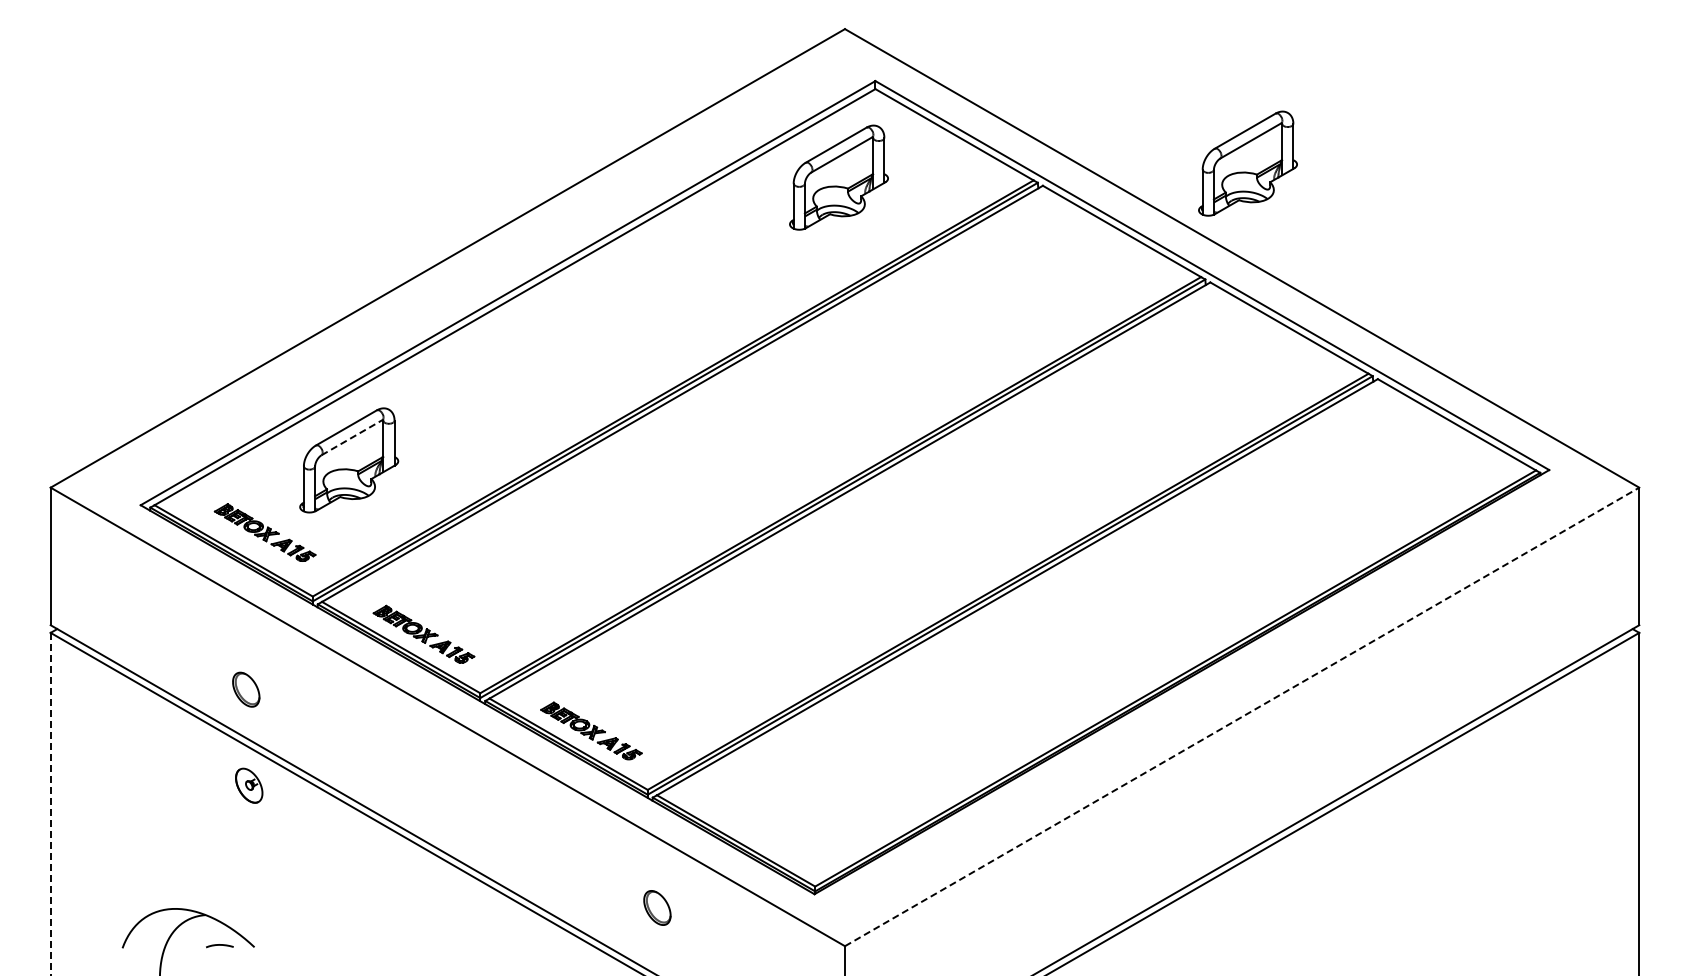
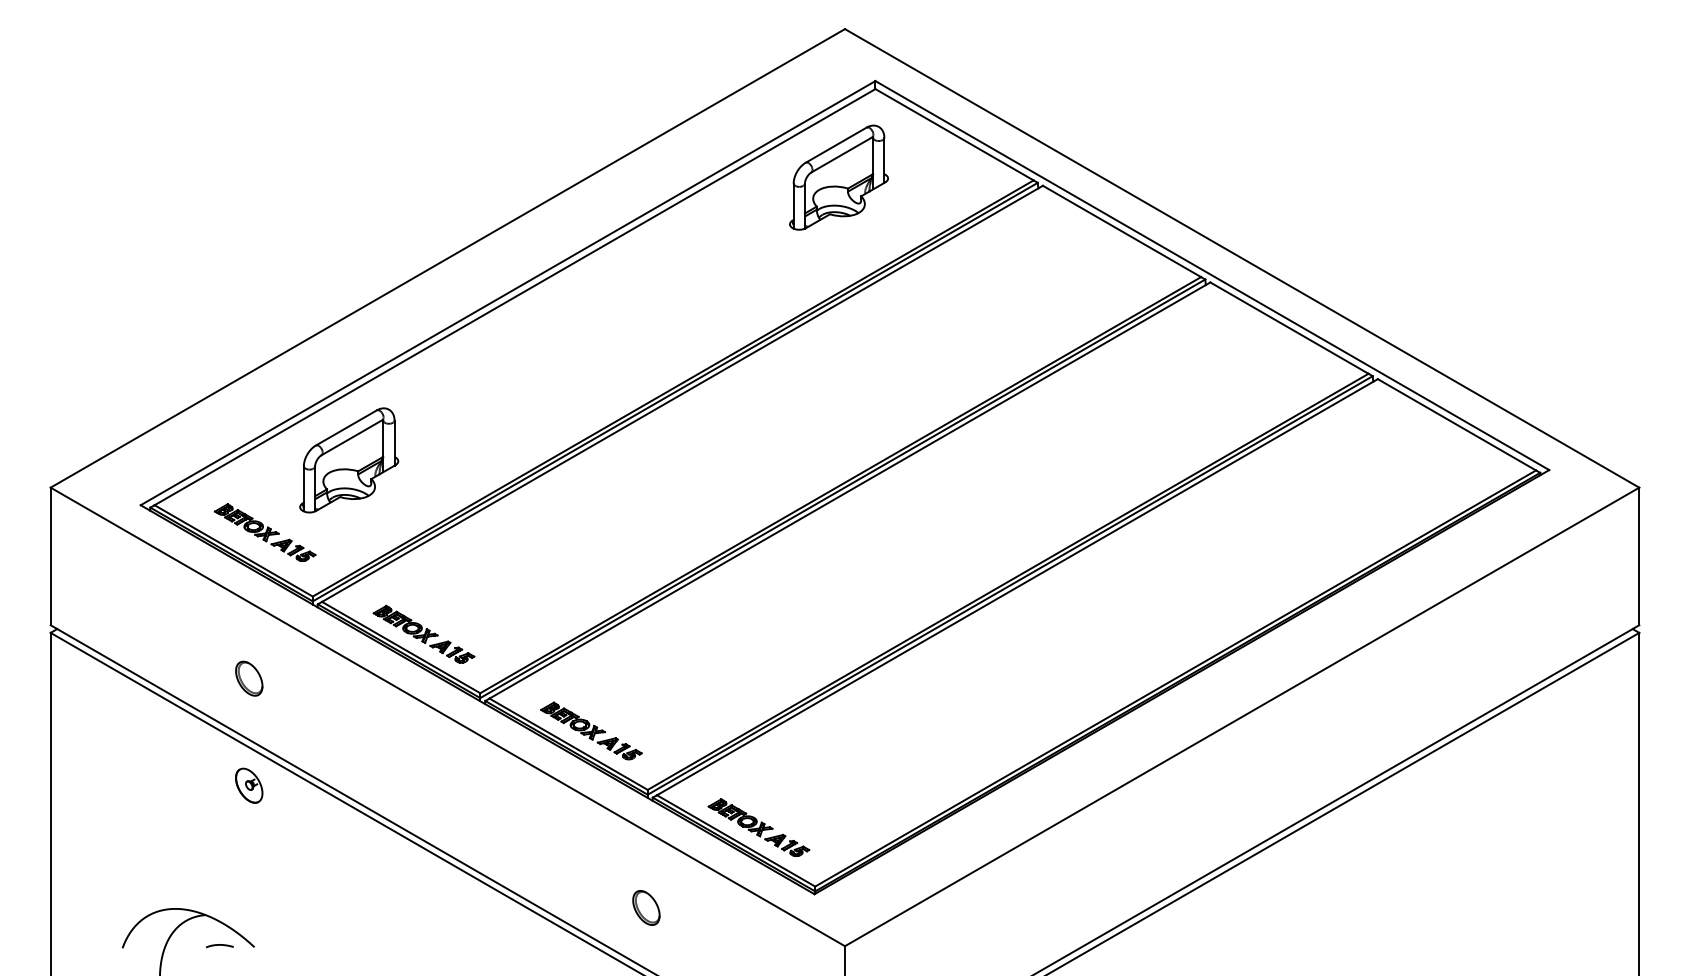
part at (1247, 163): present -> none
line at (352, 437): dashed -> solid
part at (246, 689) position: (246, 689) -> (249, 678)
line at (1242, 716): dashed -> solid
line at (50, 804): dashed -> solid
part at (758, 827): none -> present
part at (657, 907) position: (657, 907) -> (646, 907)
